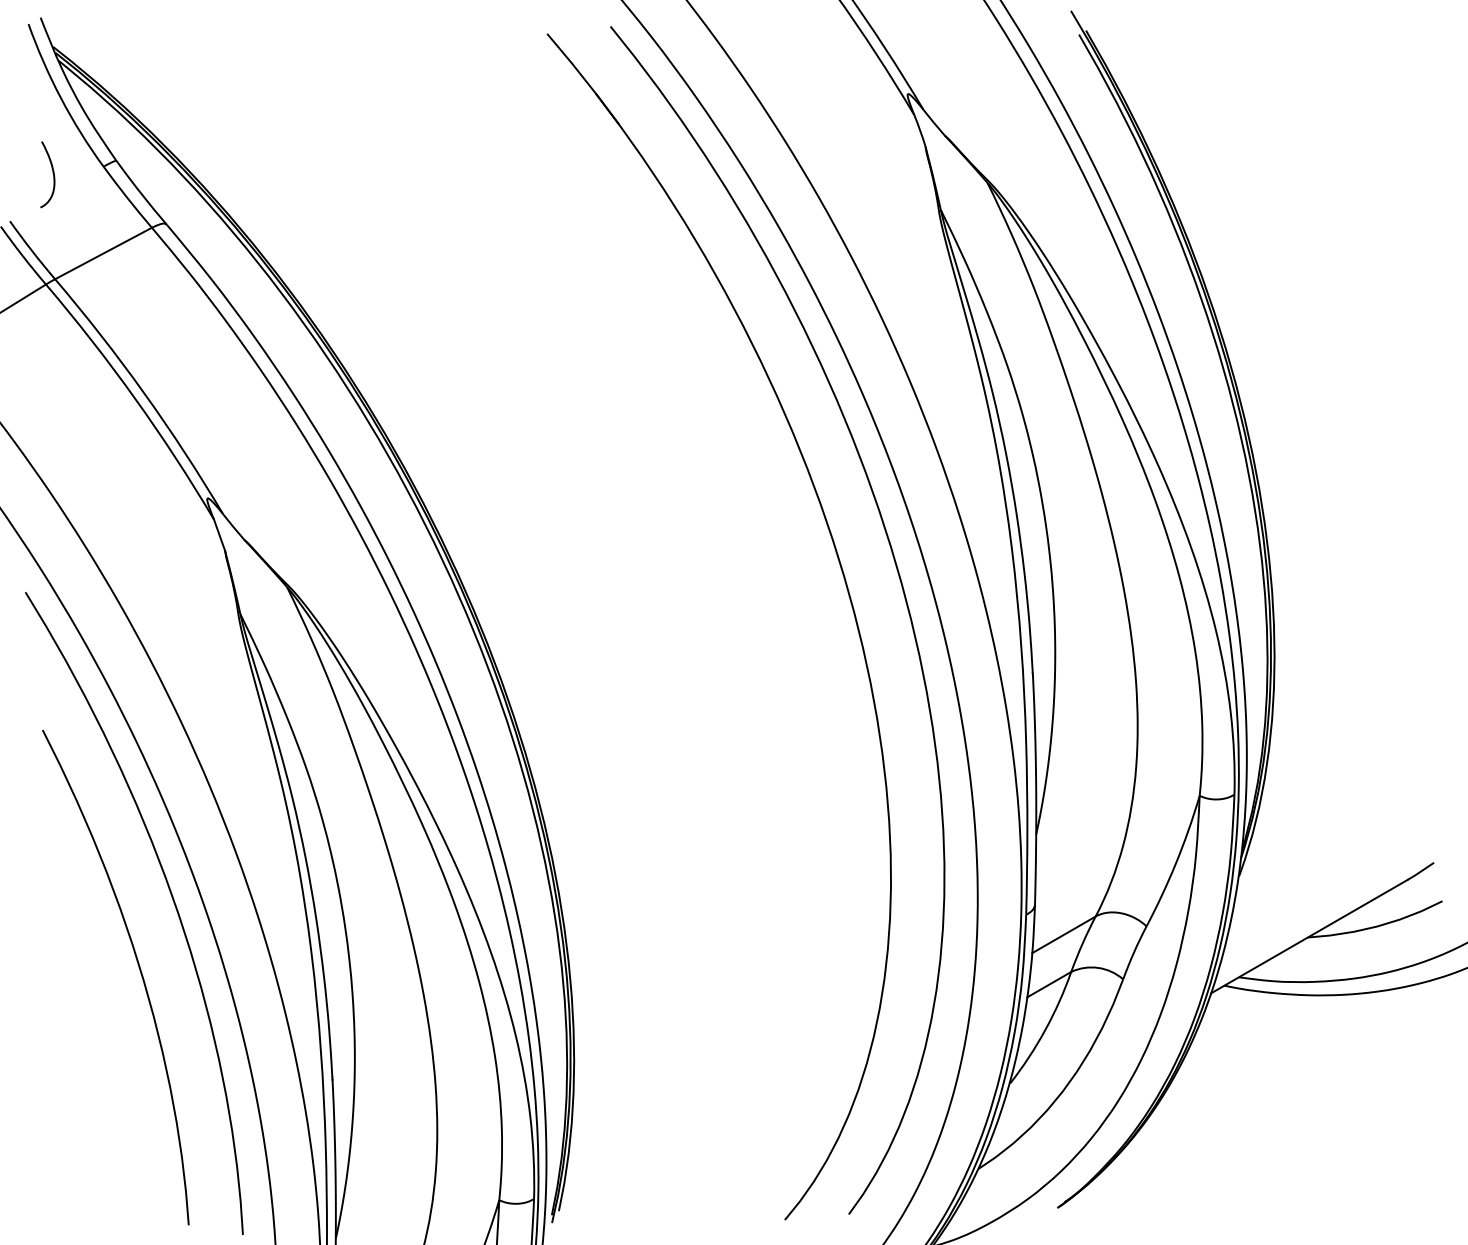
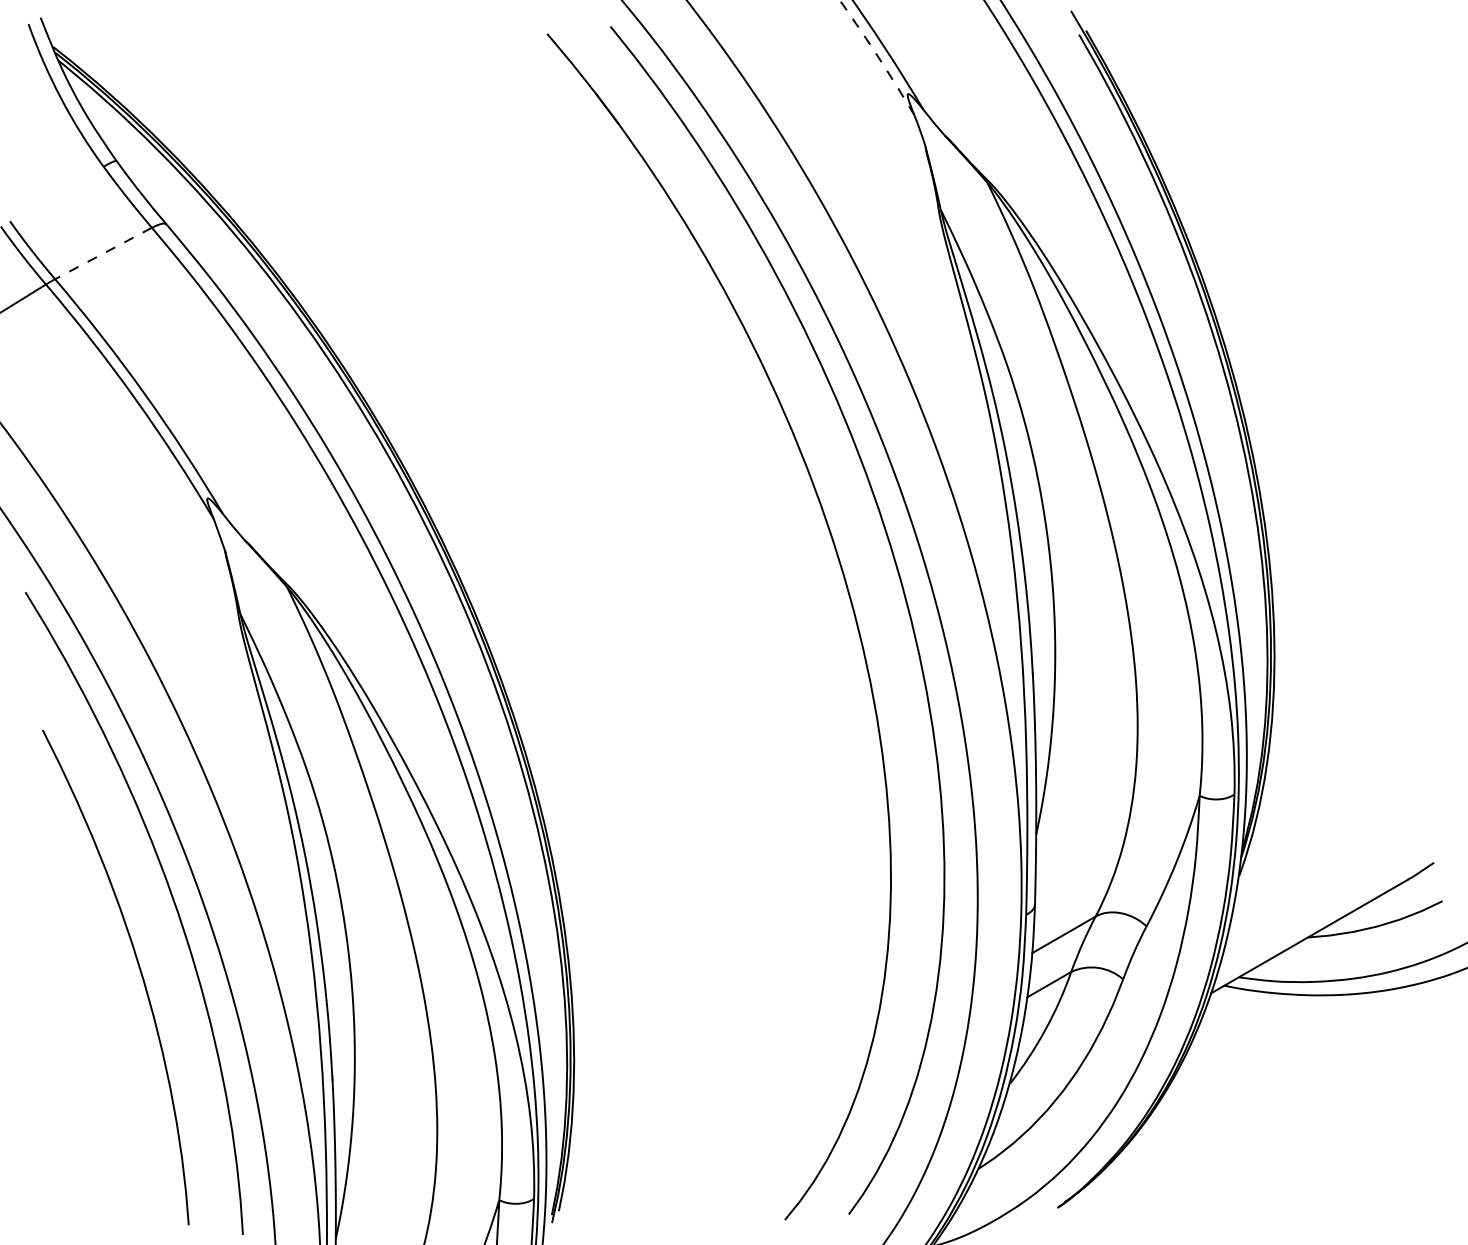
arc at (877, 56): solid -> dashed
curve at (52, 173): present -> none
line at (103, 253): solid -> dashed
